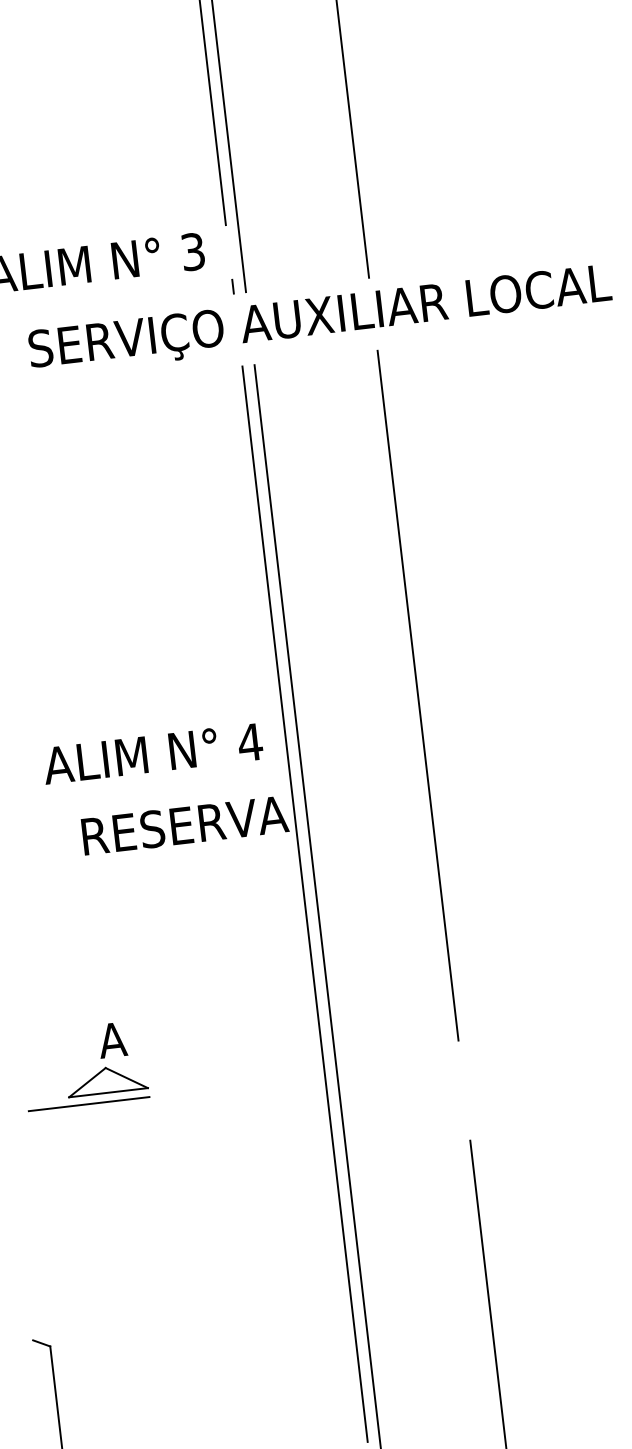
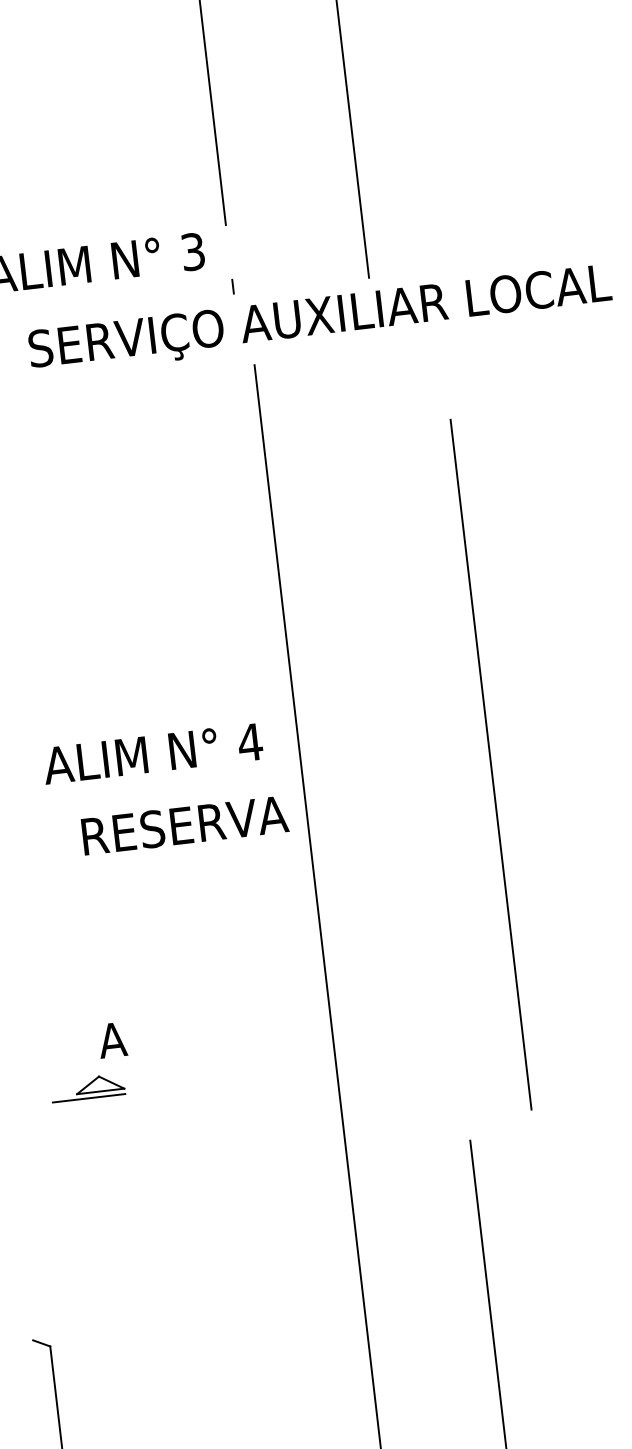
line at (229, 147): present -> none
line at (417, 695) position: (417, 695) -> (490, 764)
line at (304, 903): present -> none
part at (88, 1089) size: 124x47 px -> 75x29 px
